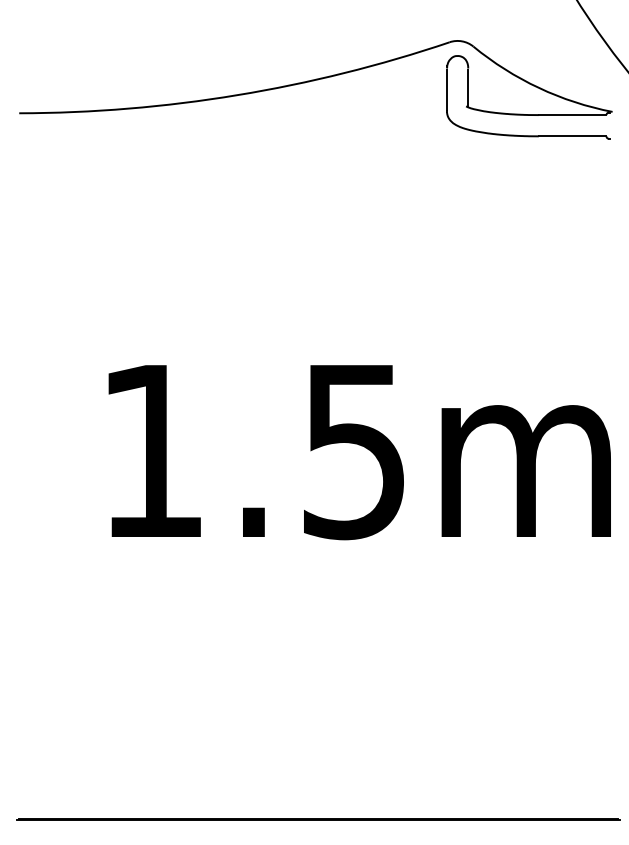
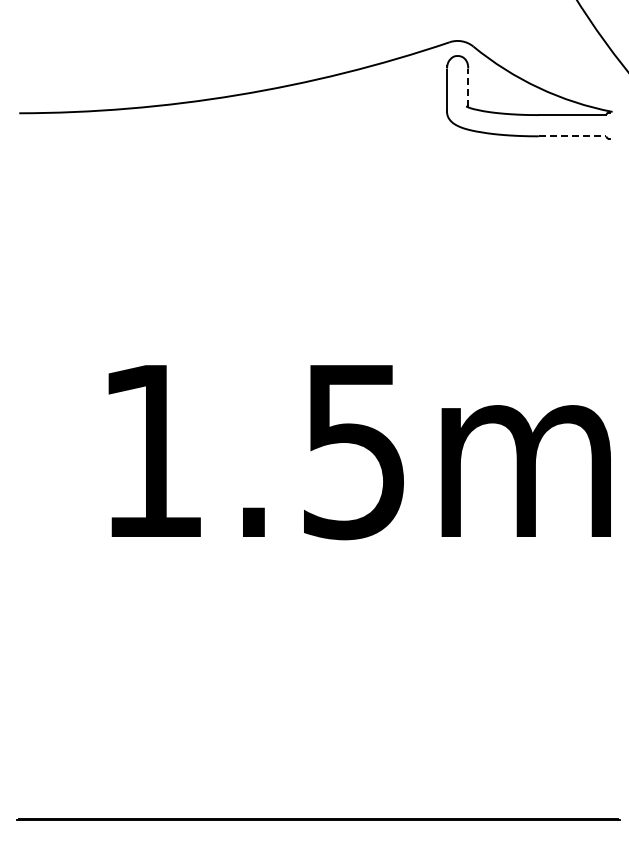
line at (468, 87): solid -> dashed
line at (572, 136): solid -> dashed
